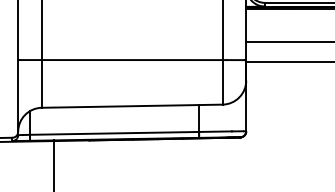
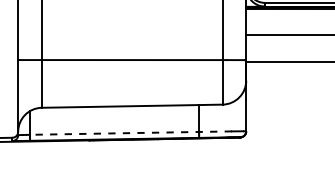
line at (288, 42) position: (288, 42) -> (288, 35)
line at (130, 133): solid -> dashed
line at (54, 164): present -> none
